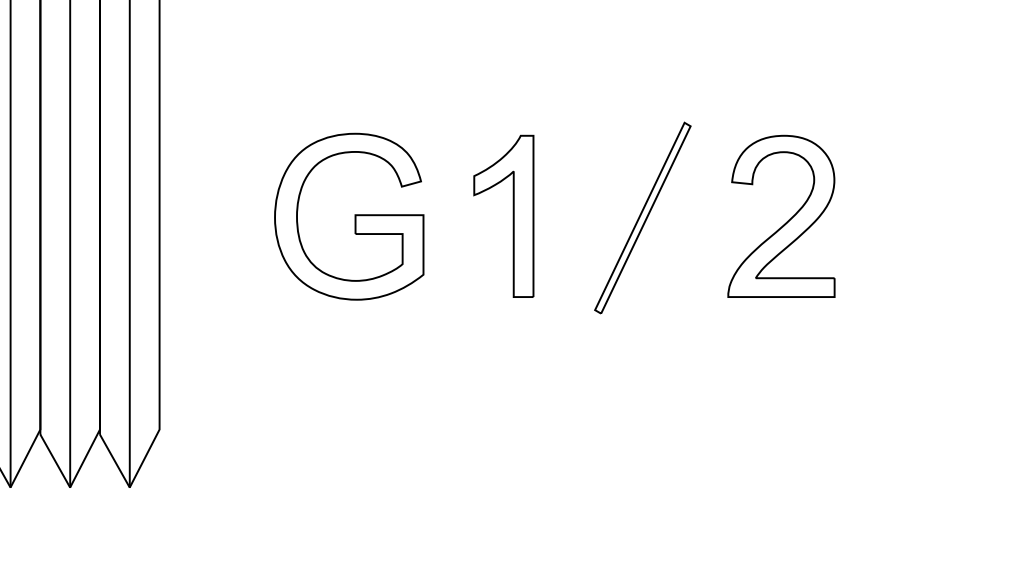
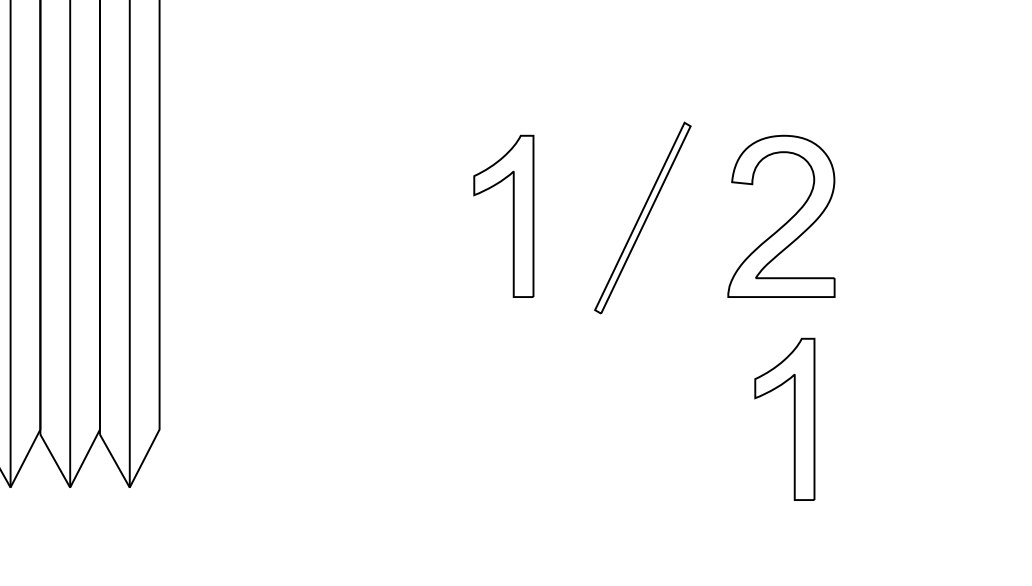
part at (349, 216): present -> none
part at (793, 418): none -> present
